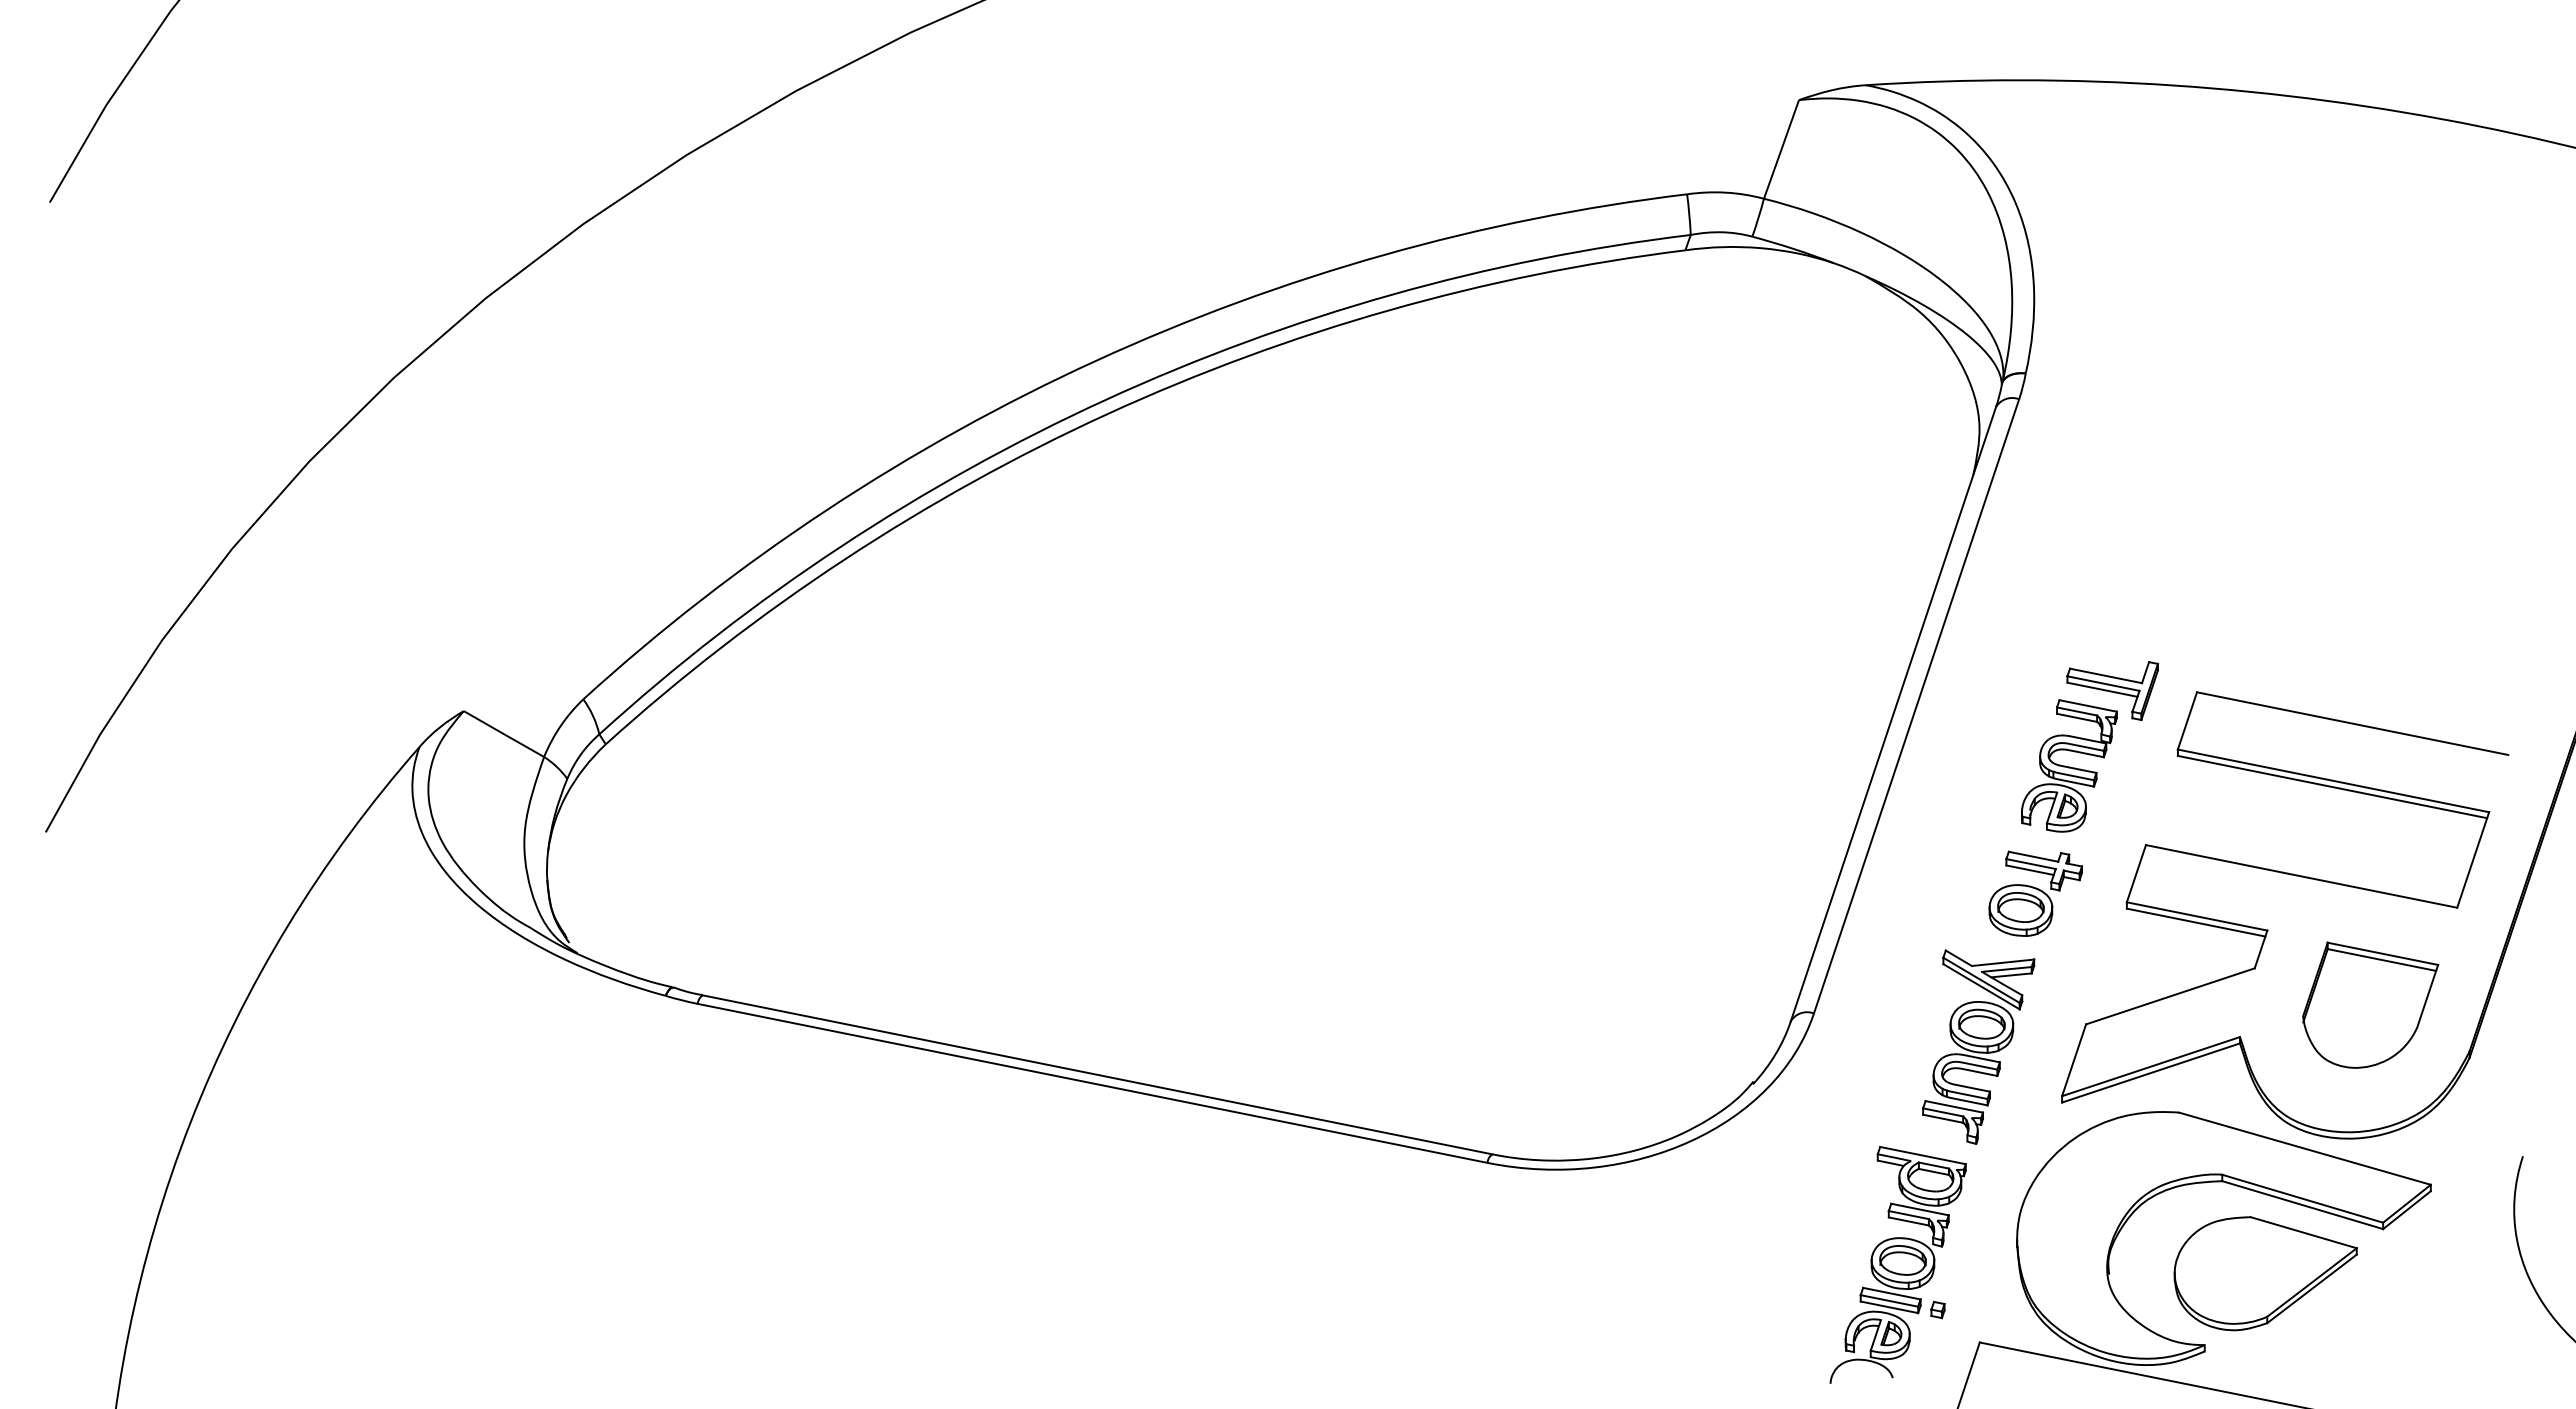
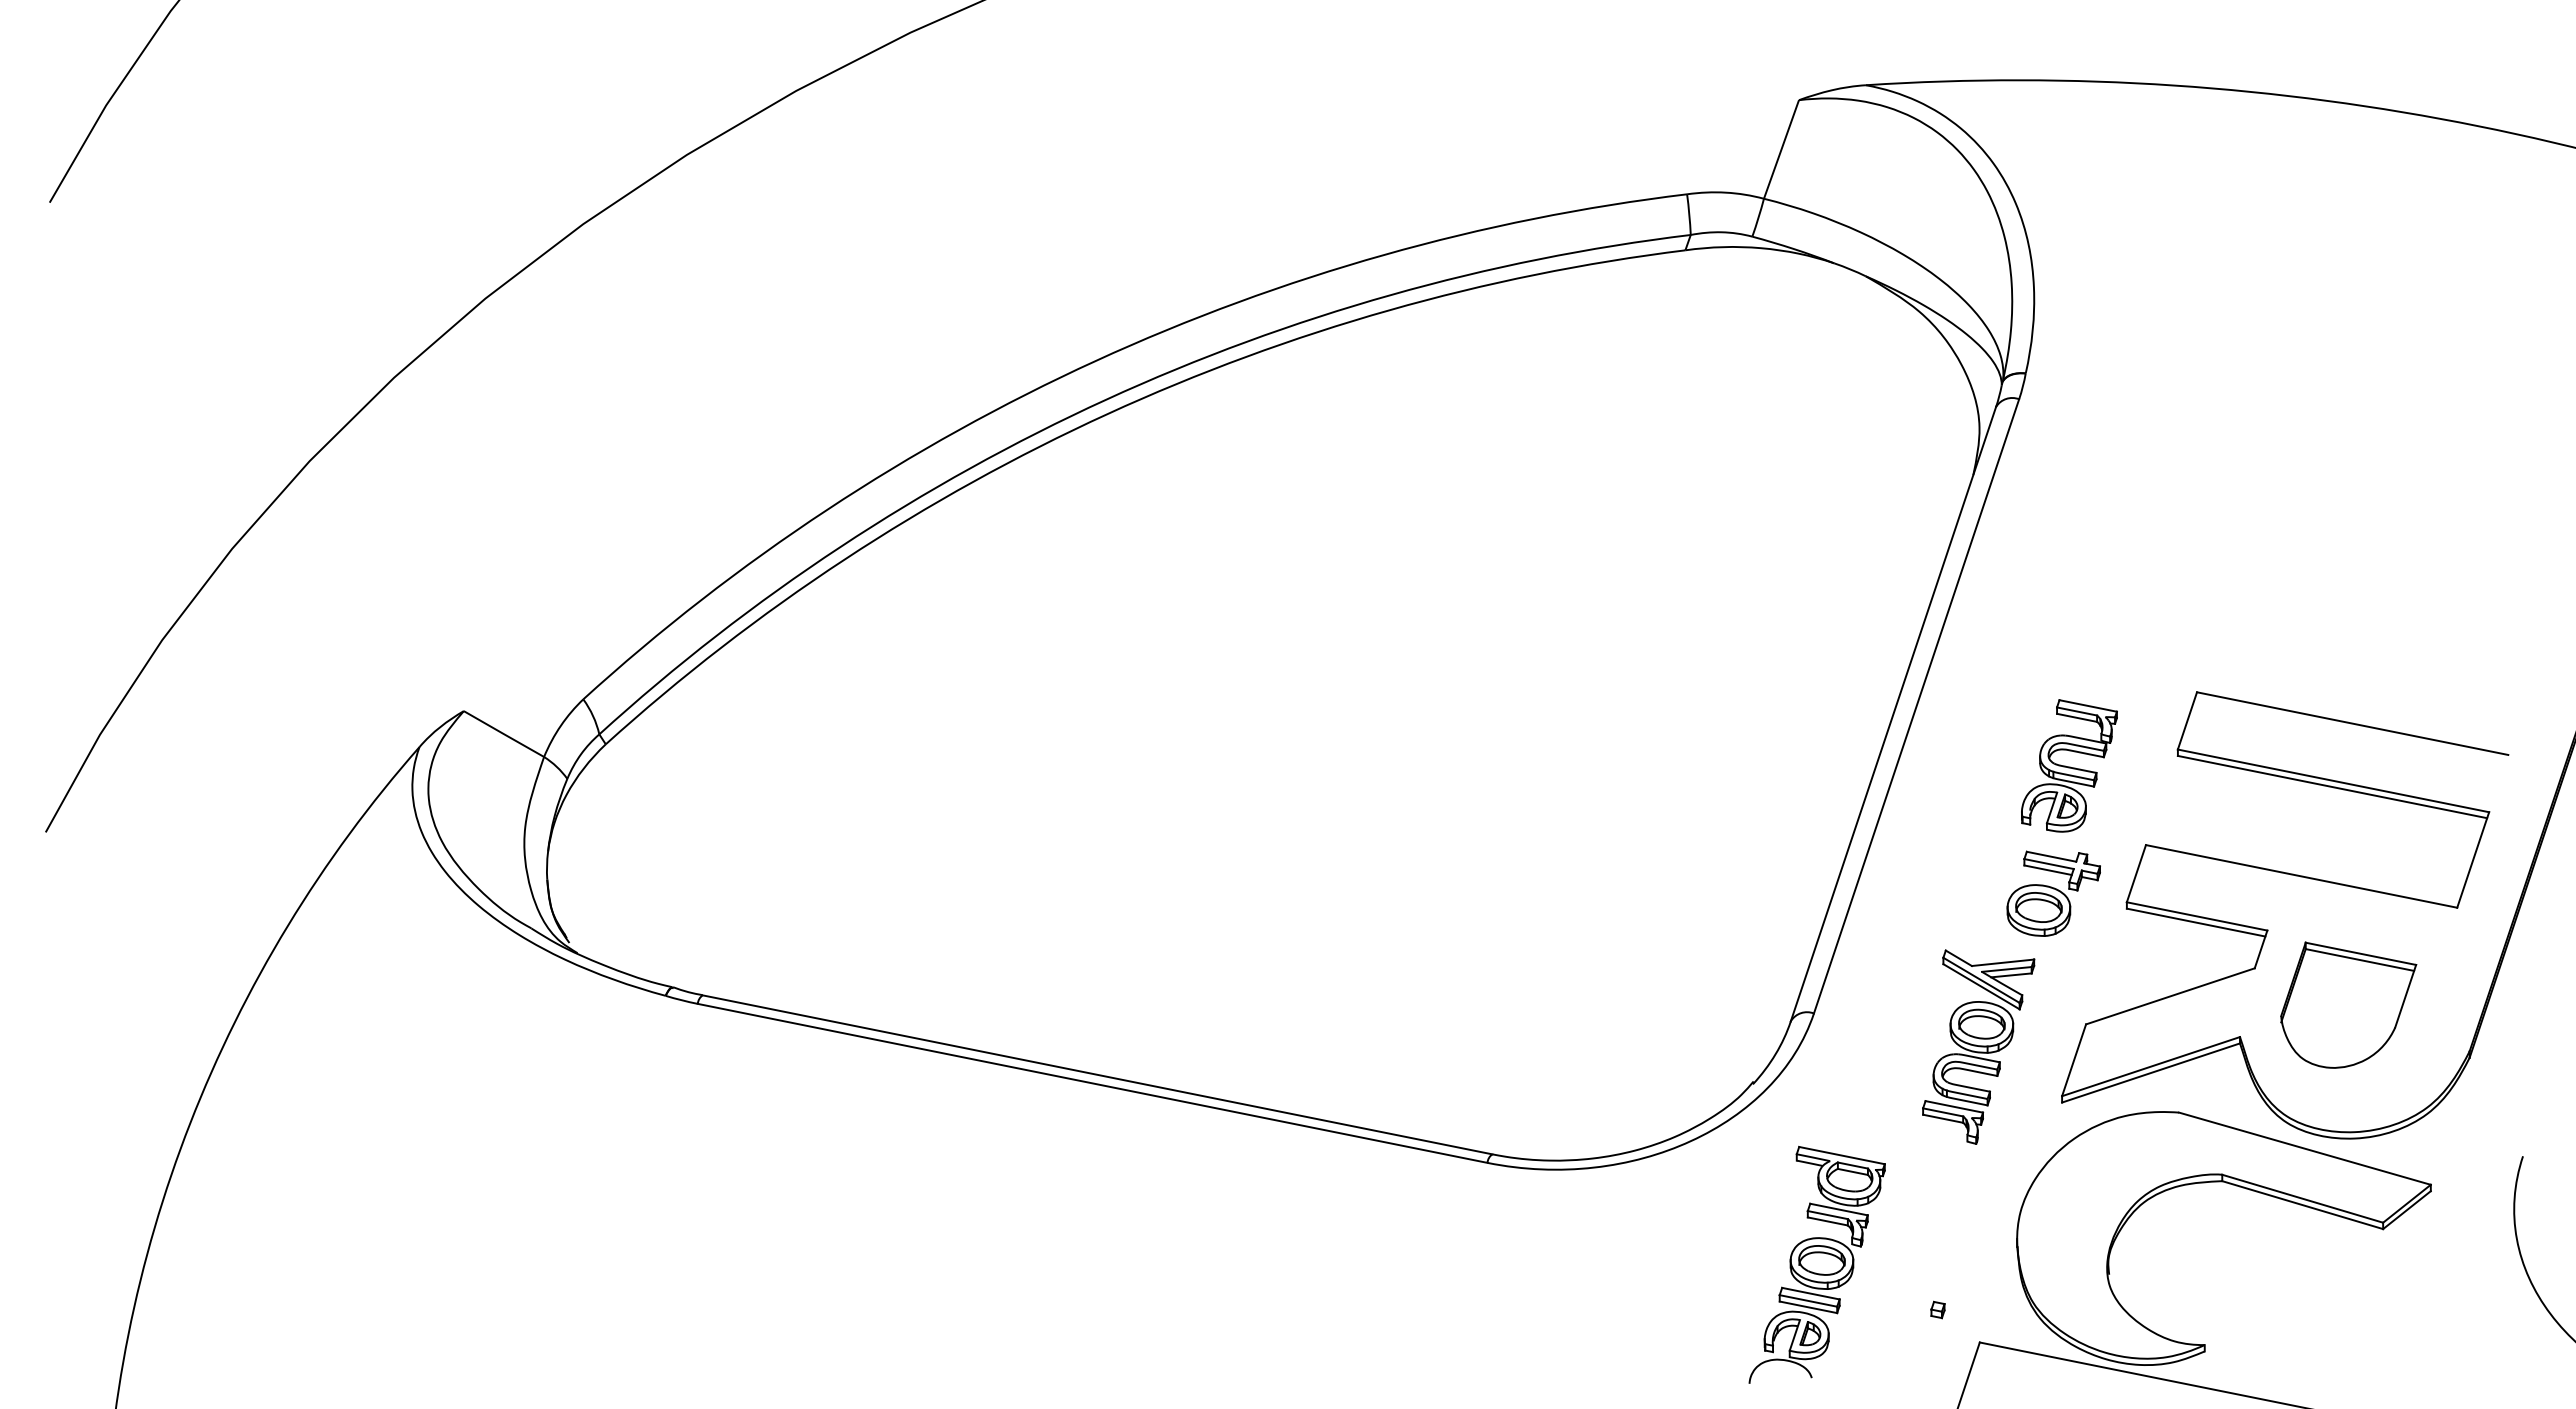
part at (2112, 691): present -> none
part at (2035, 893) position: (2035, 893) -> (2053, 893)
part at (2370, 1004) position: (2370, 1004) -> (2348, 1004)
part at (1897, 1264) position: (1897, 1264) -> (1816, 1264)
part at (2265, 1273): present -> none
